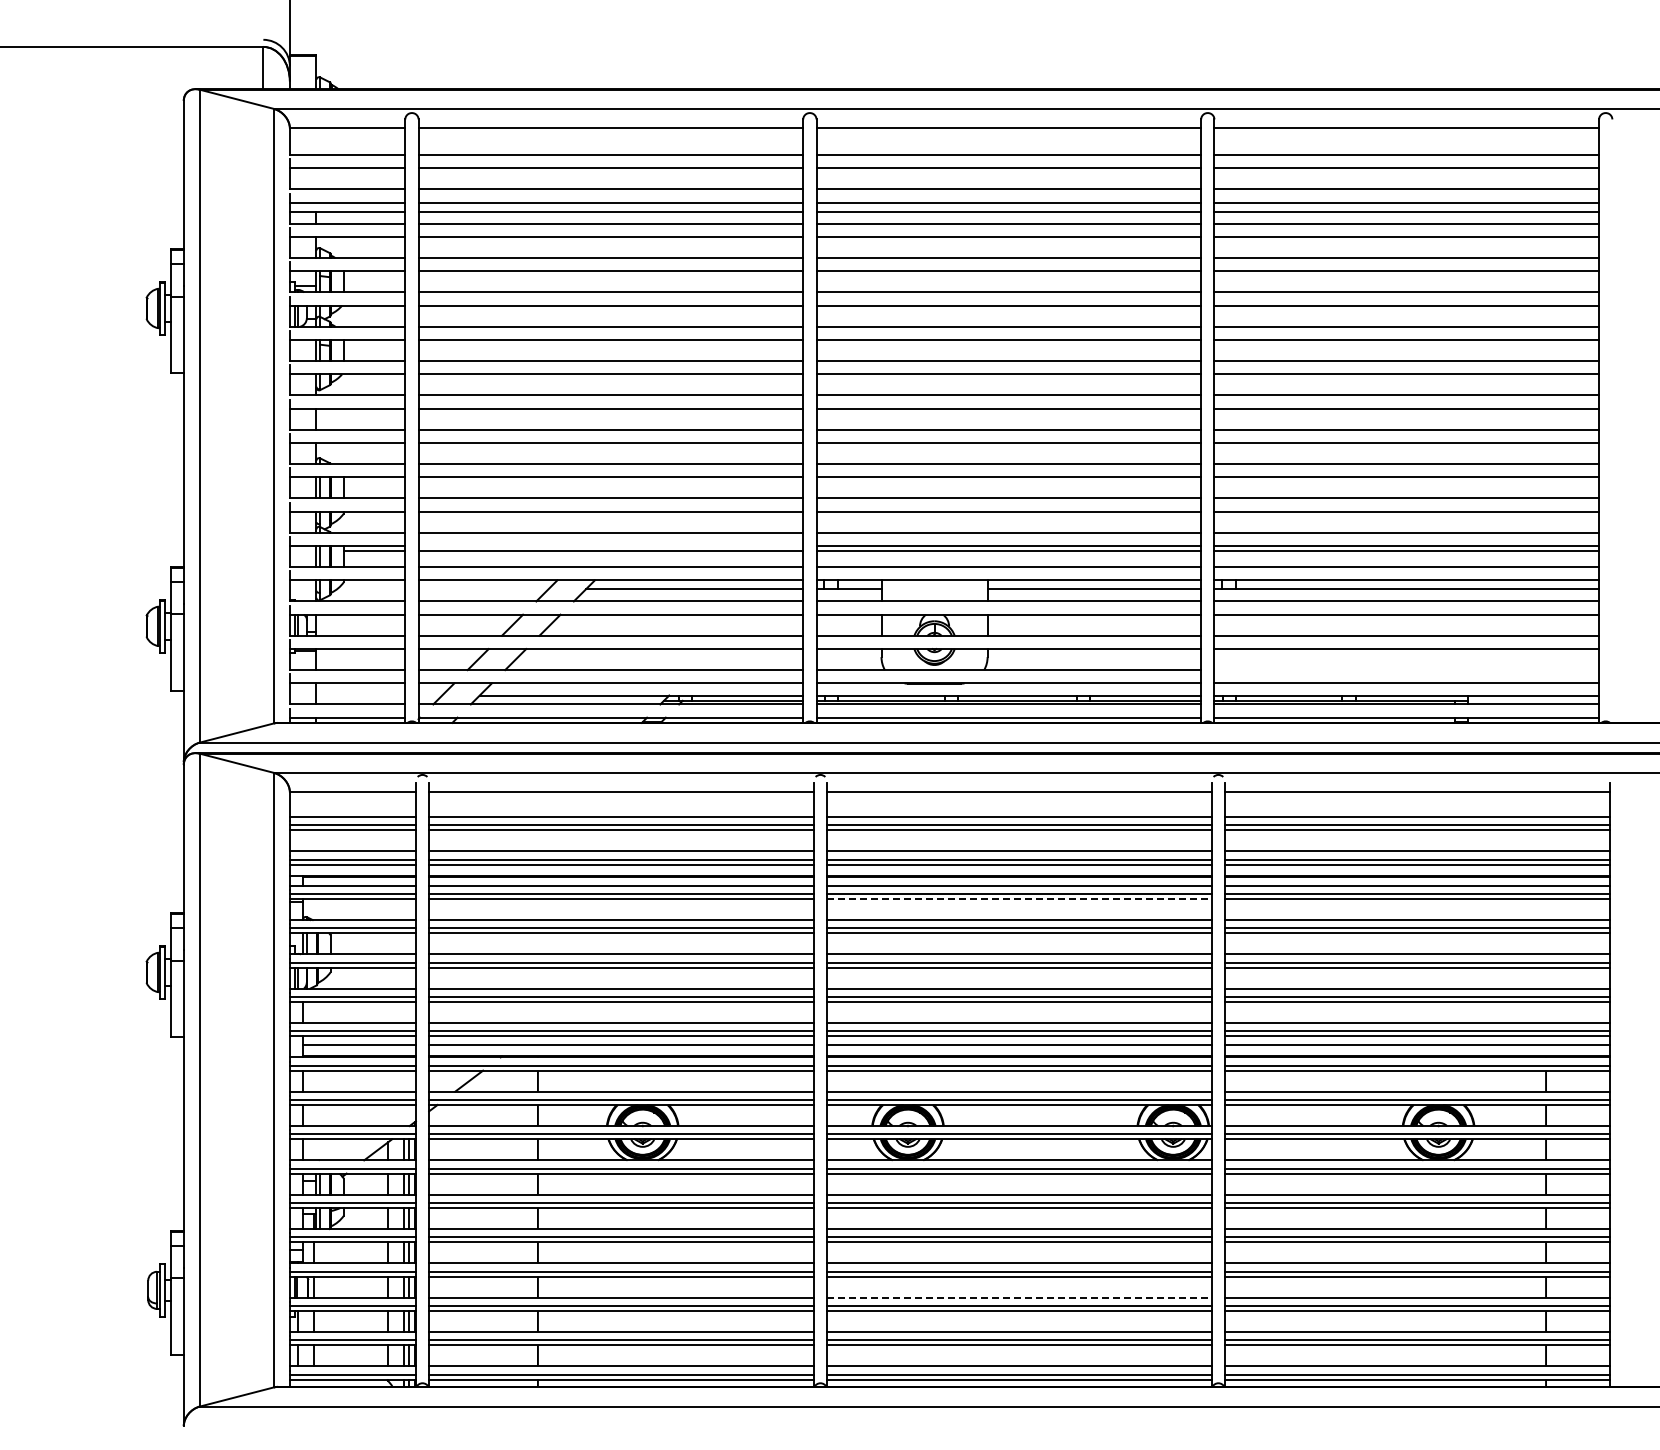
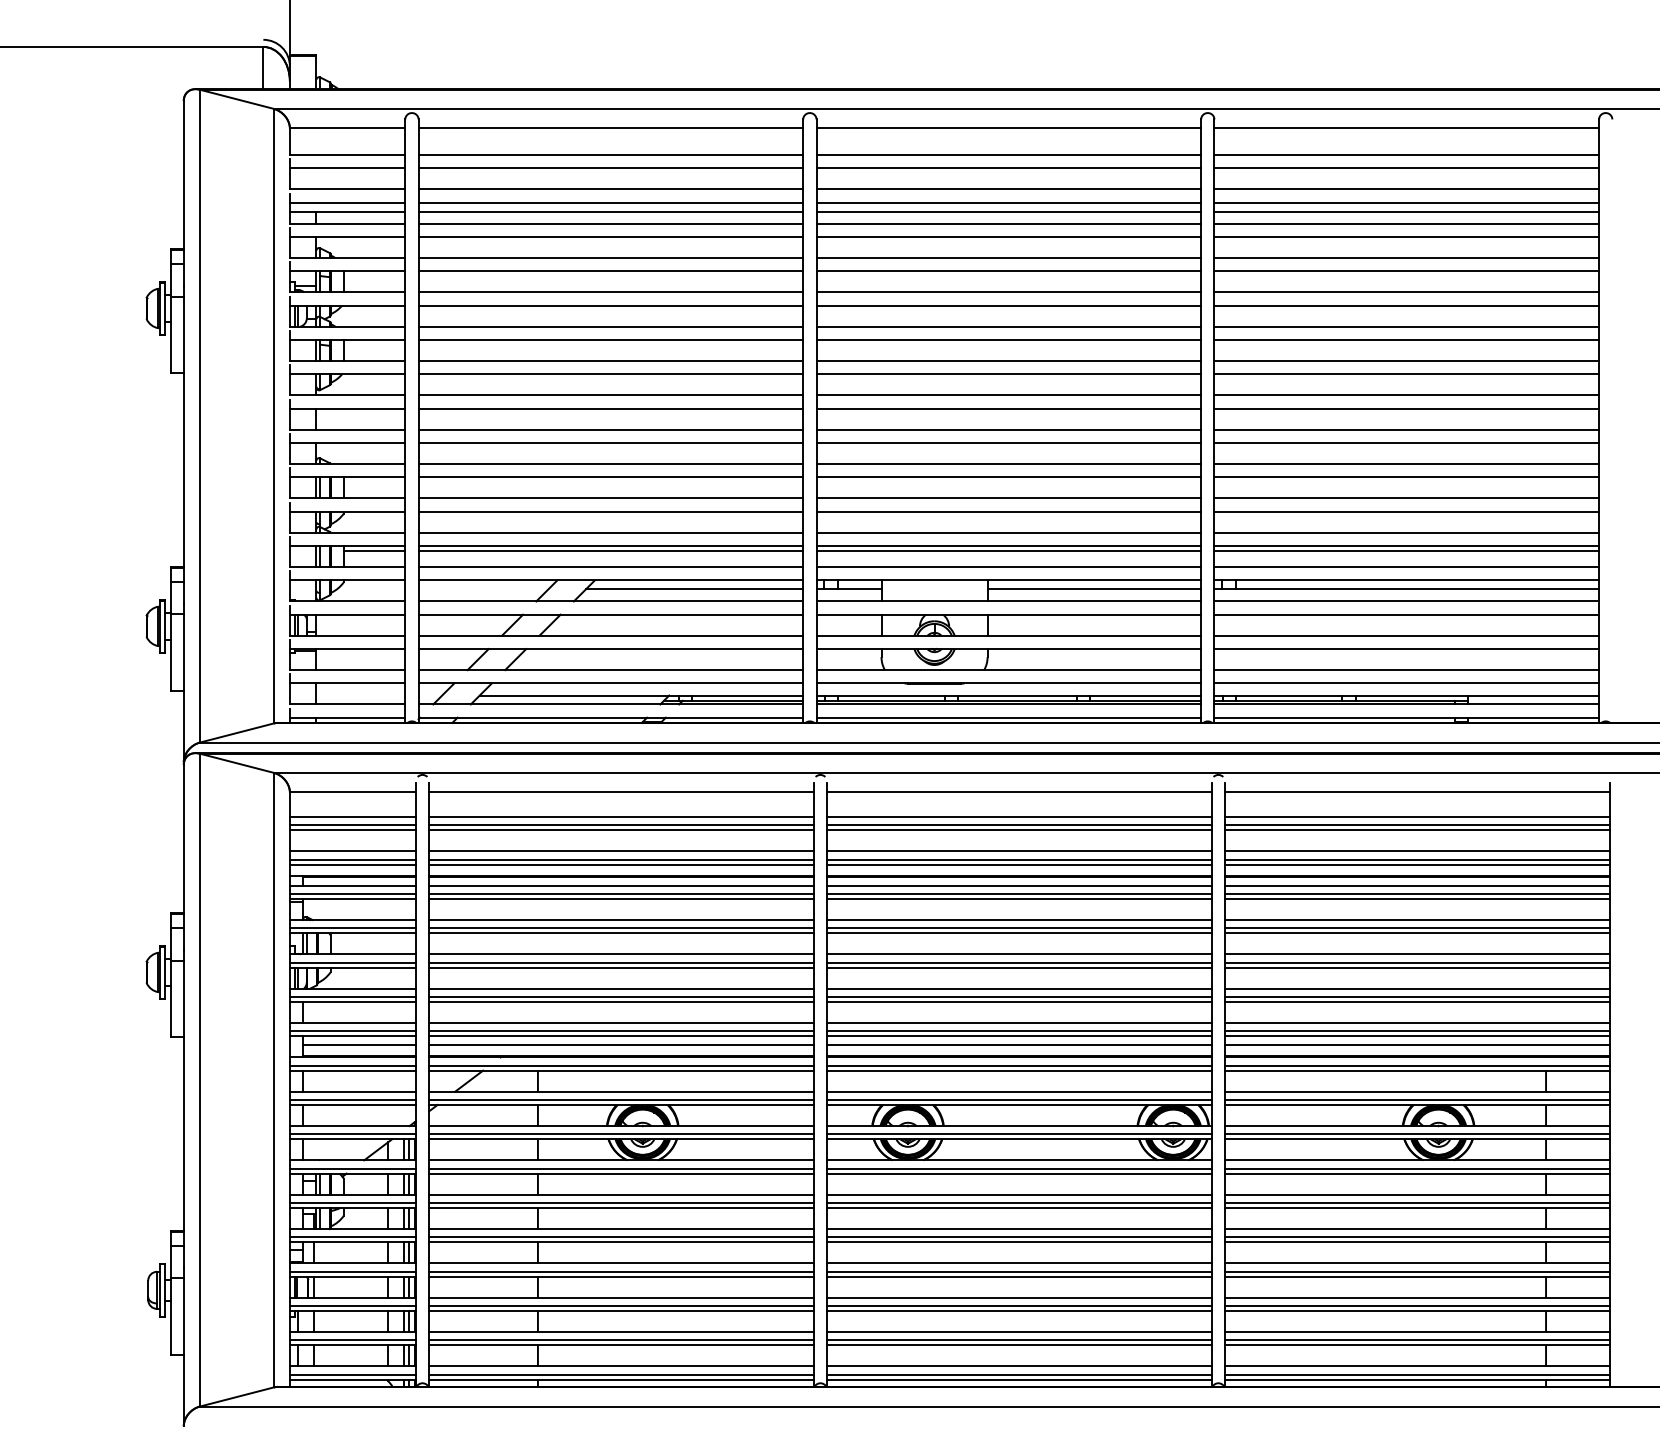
line at (610, 546): none -> present
line at (1406, 670): none -> present
line at (1019, 898): dashed -> solid
line at (1019, 1297): dashed -> solid
